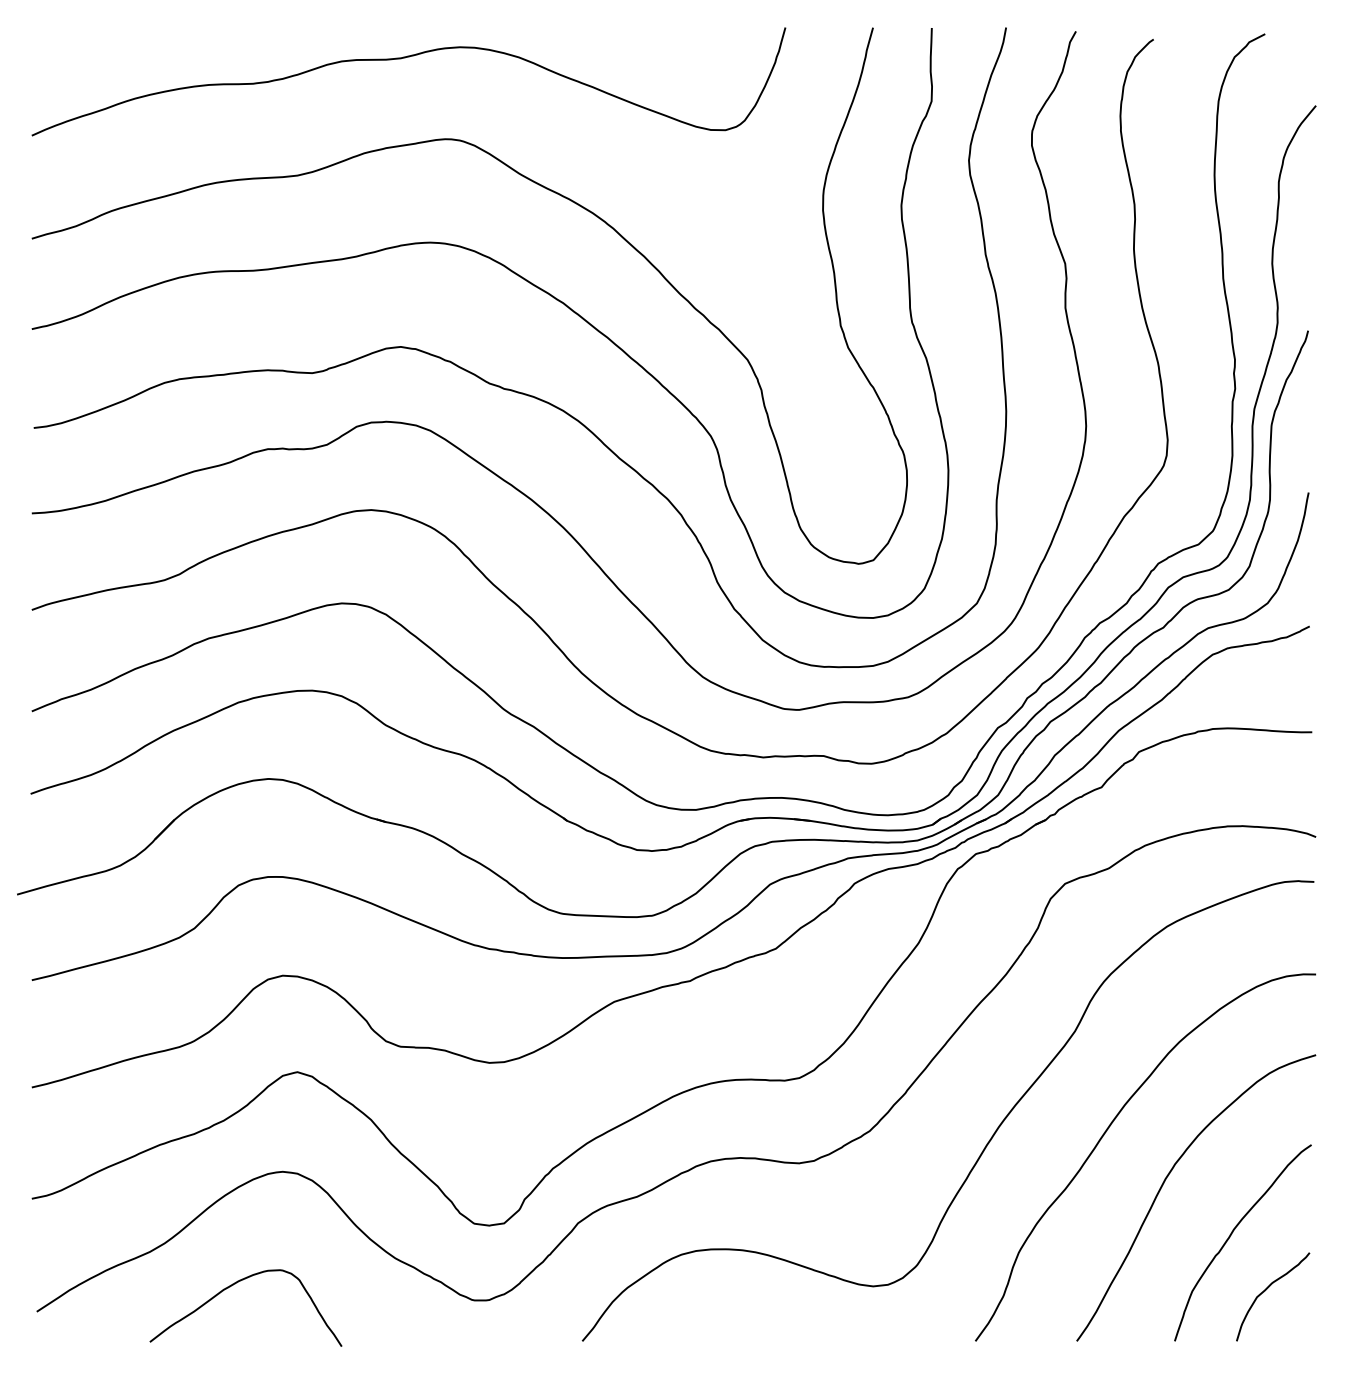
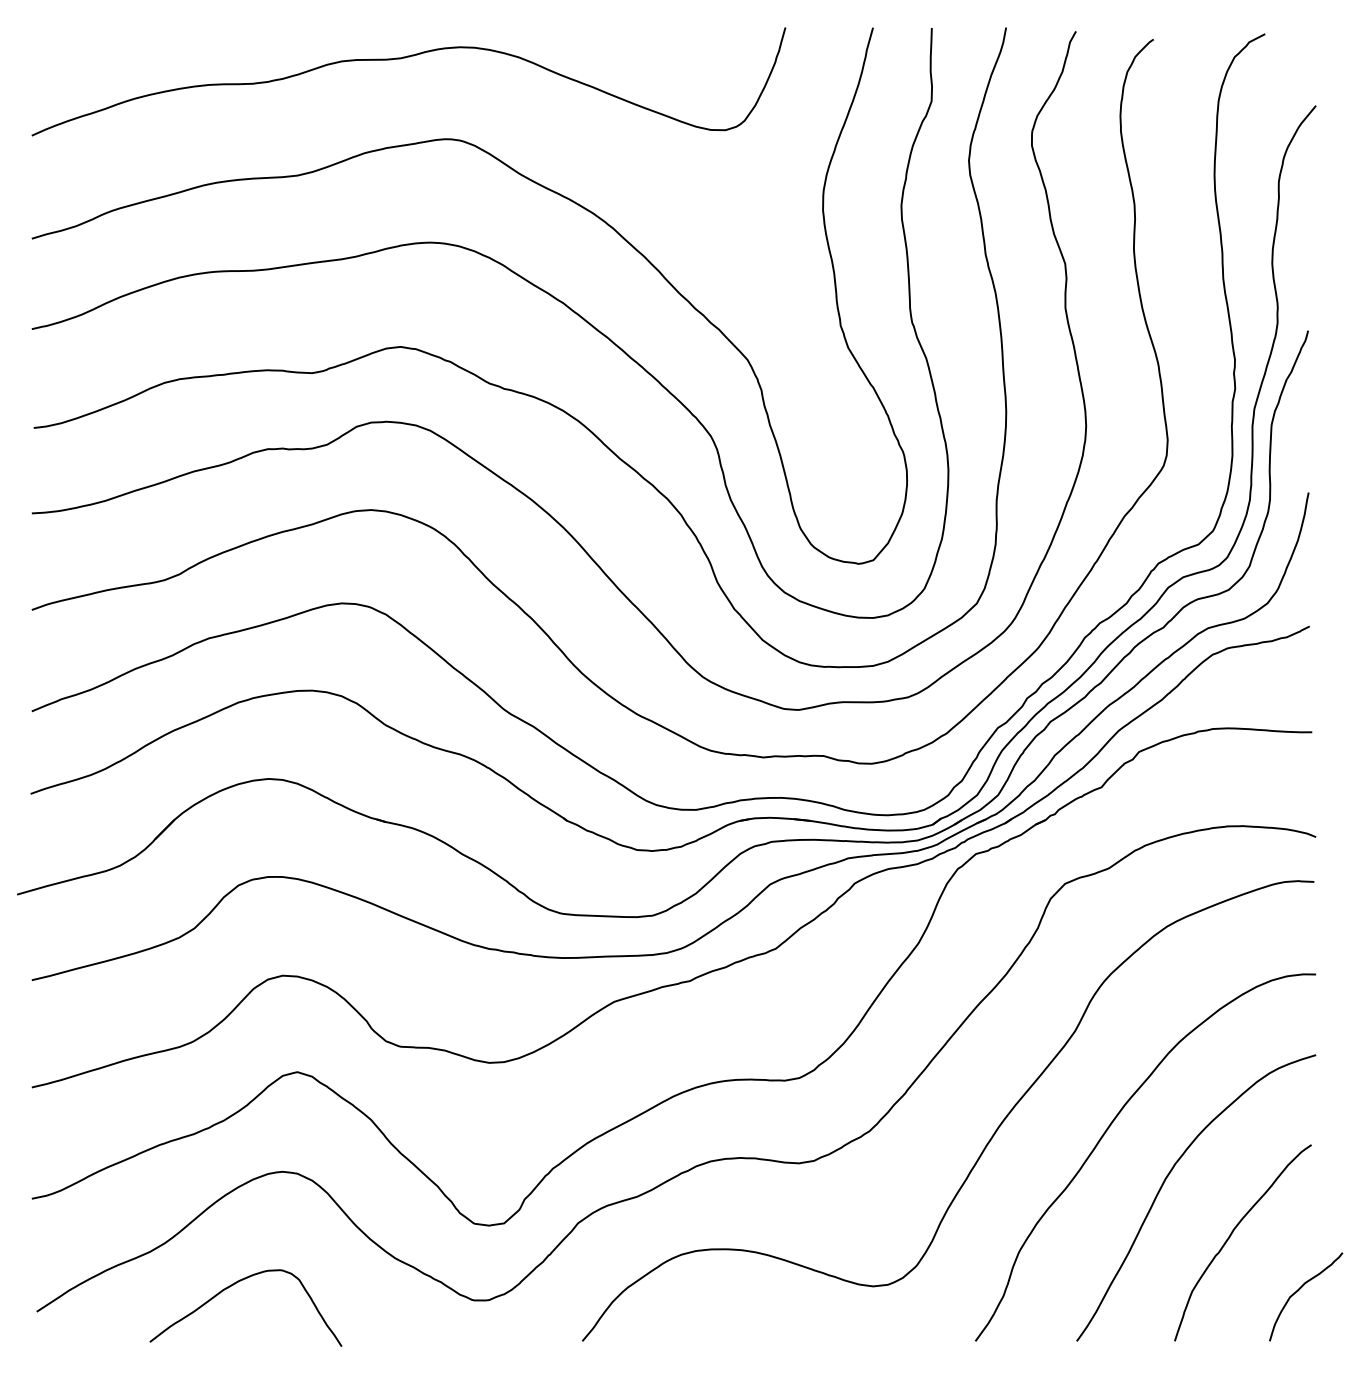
curve at (1267, 1289) position: (1267, 1289) -> (1300, 1289)
